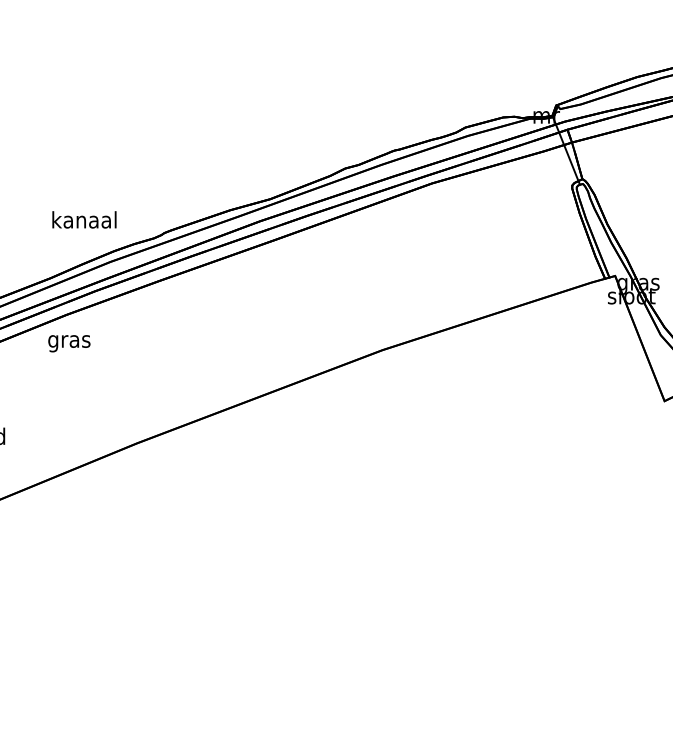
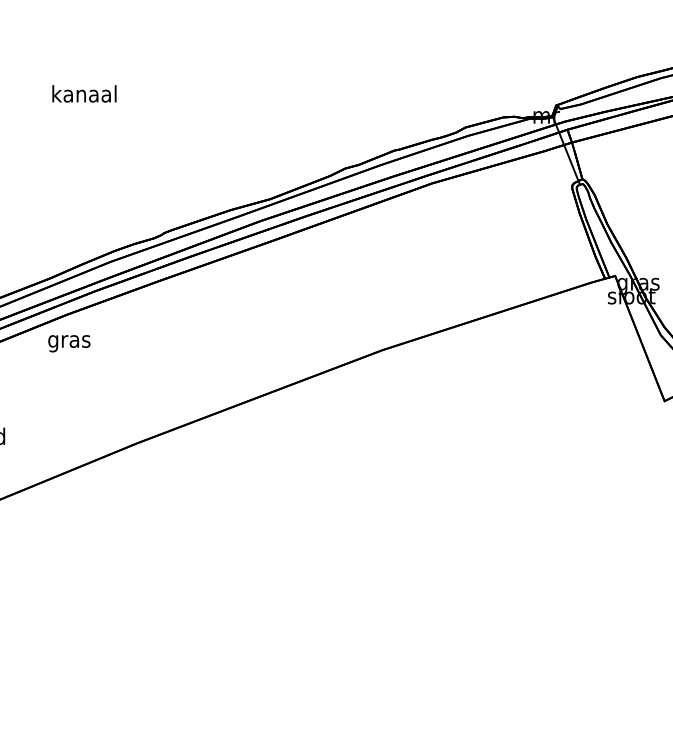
text at (84, 219) position: (84, 219) -> (84, 93)
